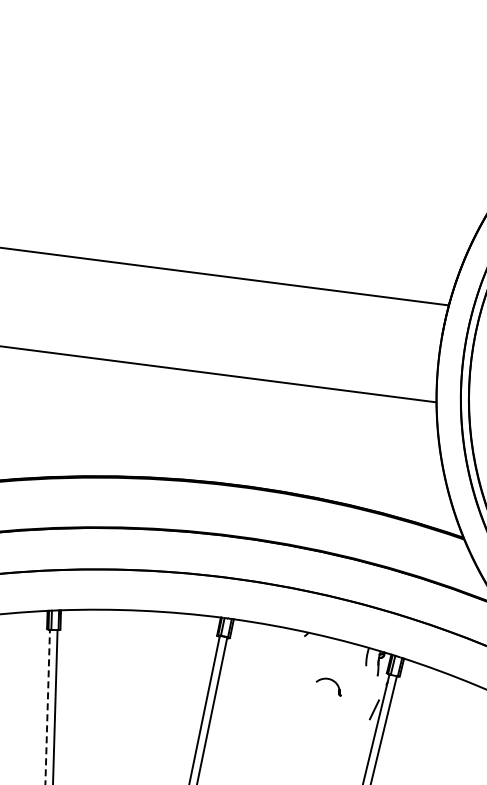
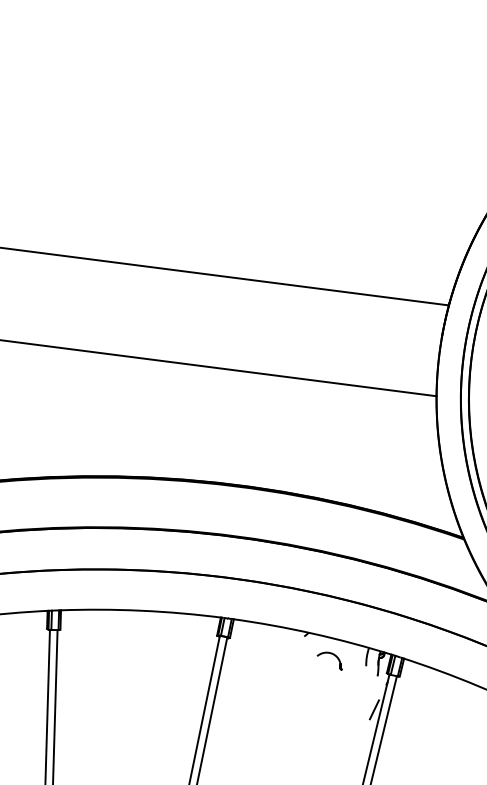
line at (218, 374) position: (218, 374) -> (219, 368)
part at (329, 680) position: (329, 680) -> (330, 654)
line at (47, 706): dashed -> solid
